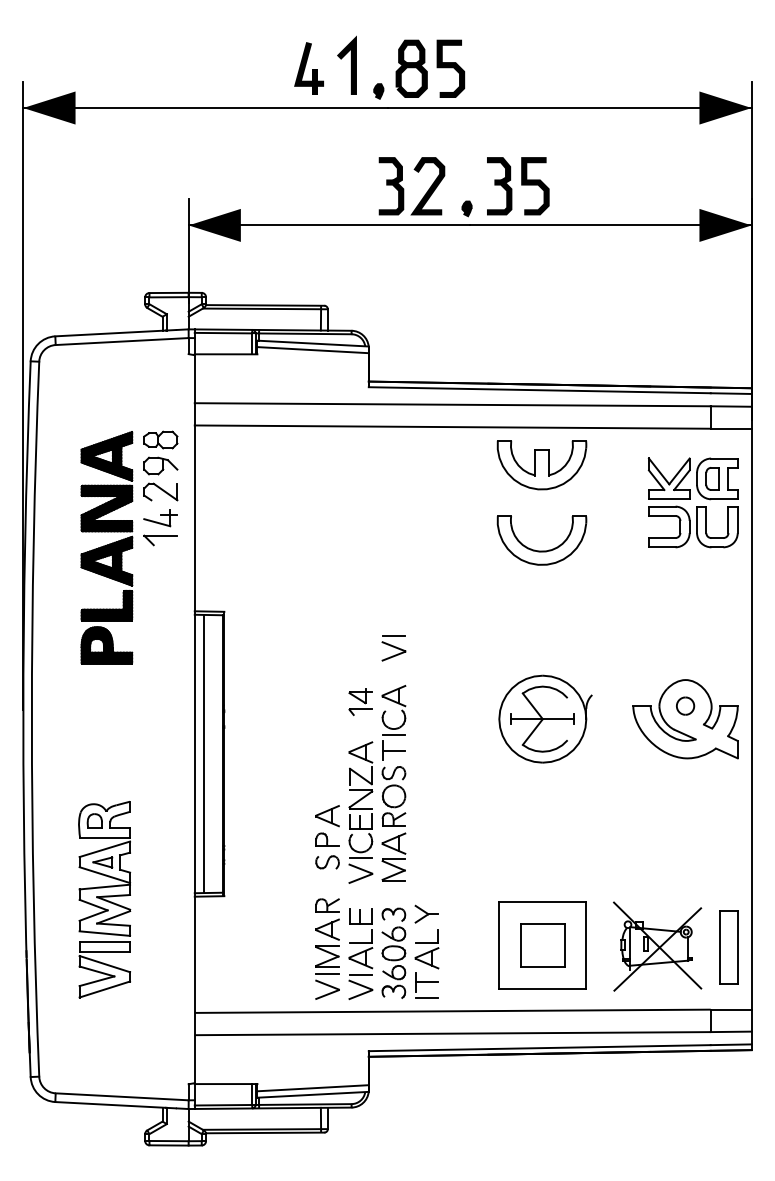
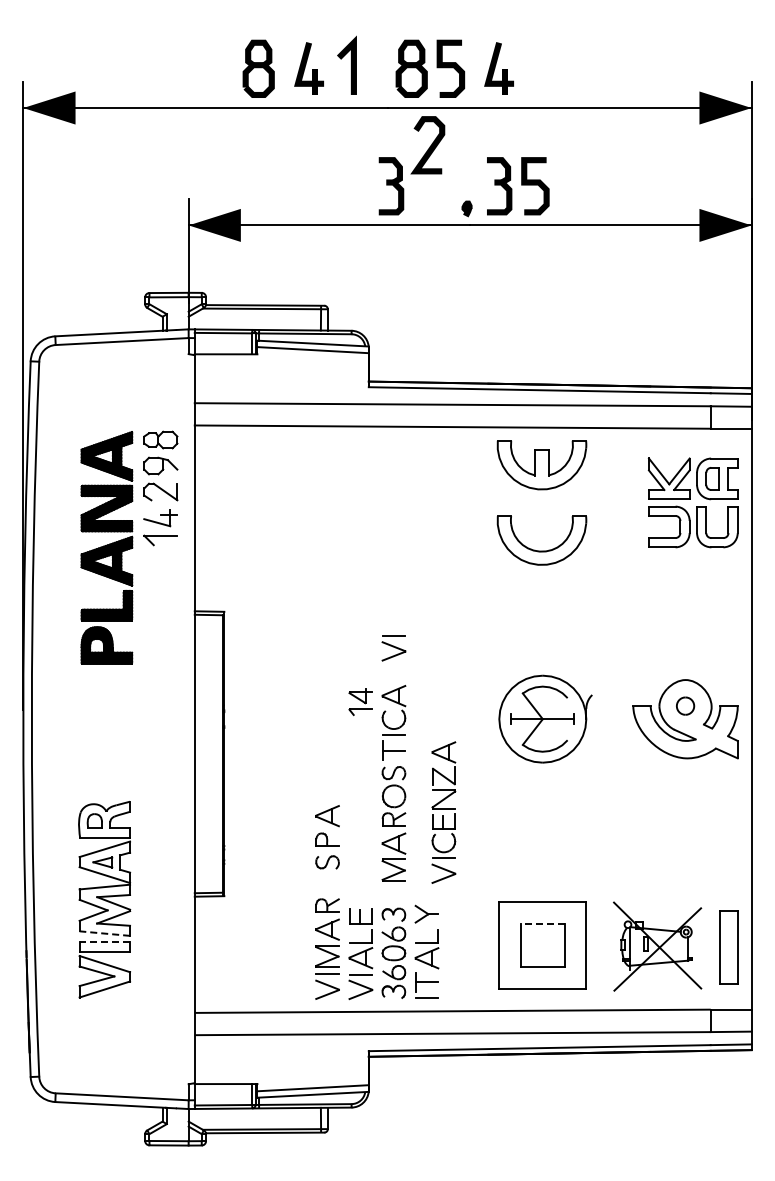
part at (258, 68): none -> present
part at (498, 68): none -> present
part at (378, 91): present -> none
curve at (429, 187) position: (429, 187) -> (429, 146)
line at (203, 753): present -> none
part at (360, 812) position: (360, 812) -> (443, 812)
line at (542, 923): solid -> dashed
line at (104, 933): solid -> dashed
line at (104, 941): solid -> dashed
